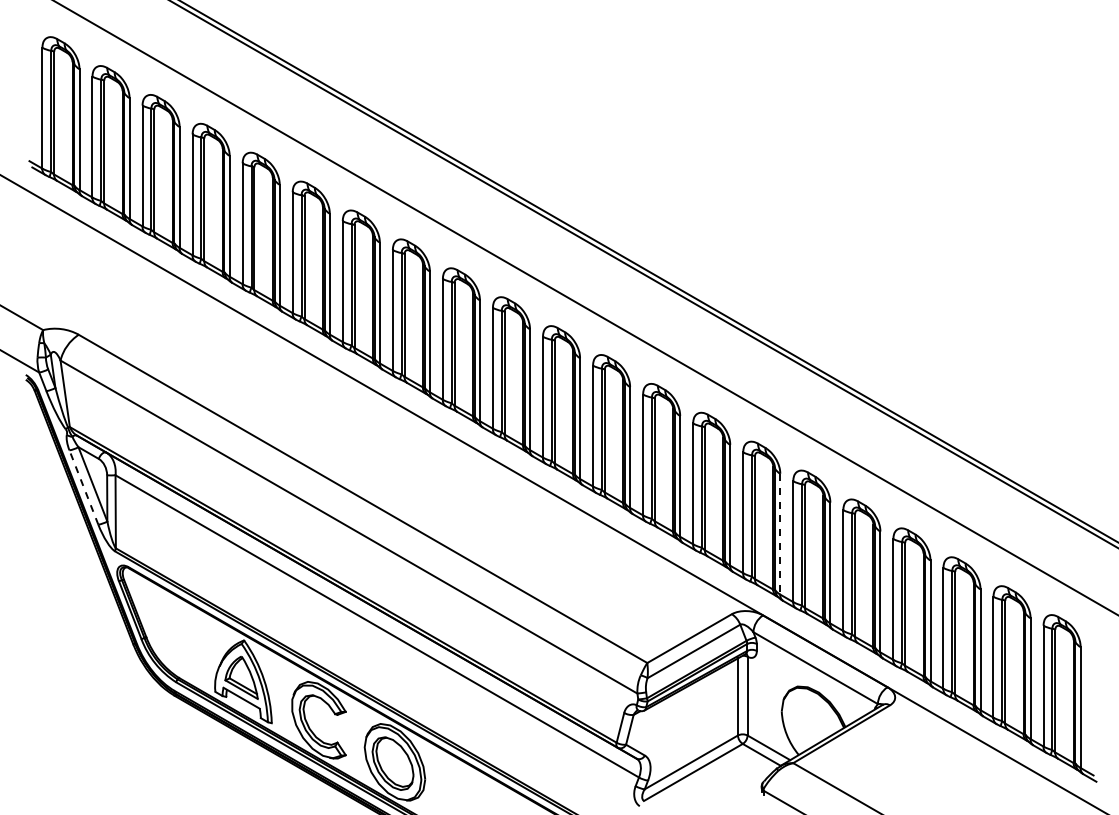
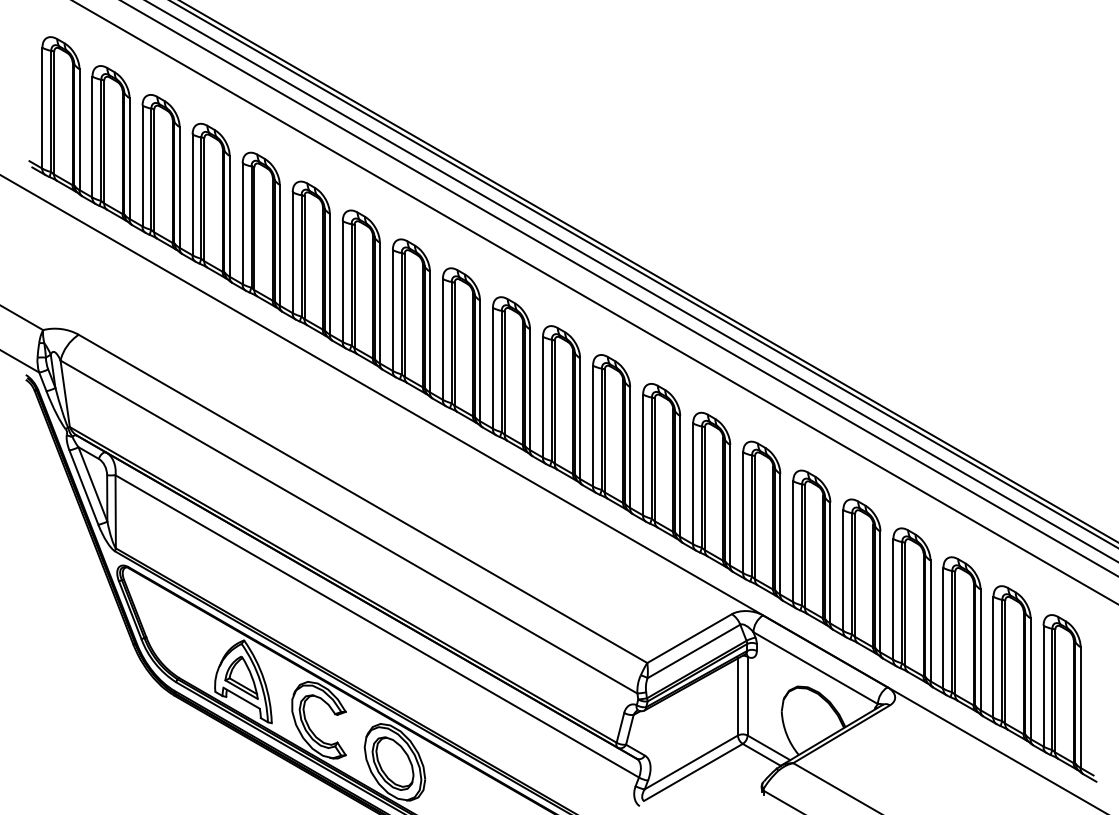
line at (631, 281): none -> present
line at (619, 288): none -> present
line at (585, 307) position: (585, 307) -> (595, 302)
line at (83, 487): dashed -> solid
line at (780, 534): dashed -> solid
